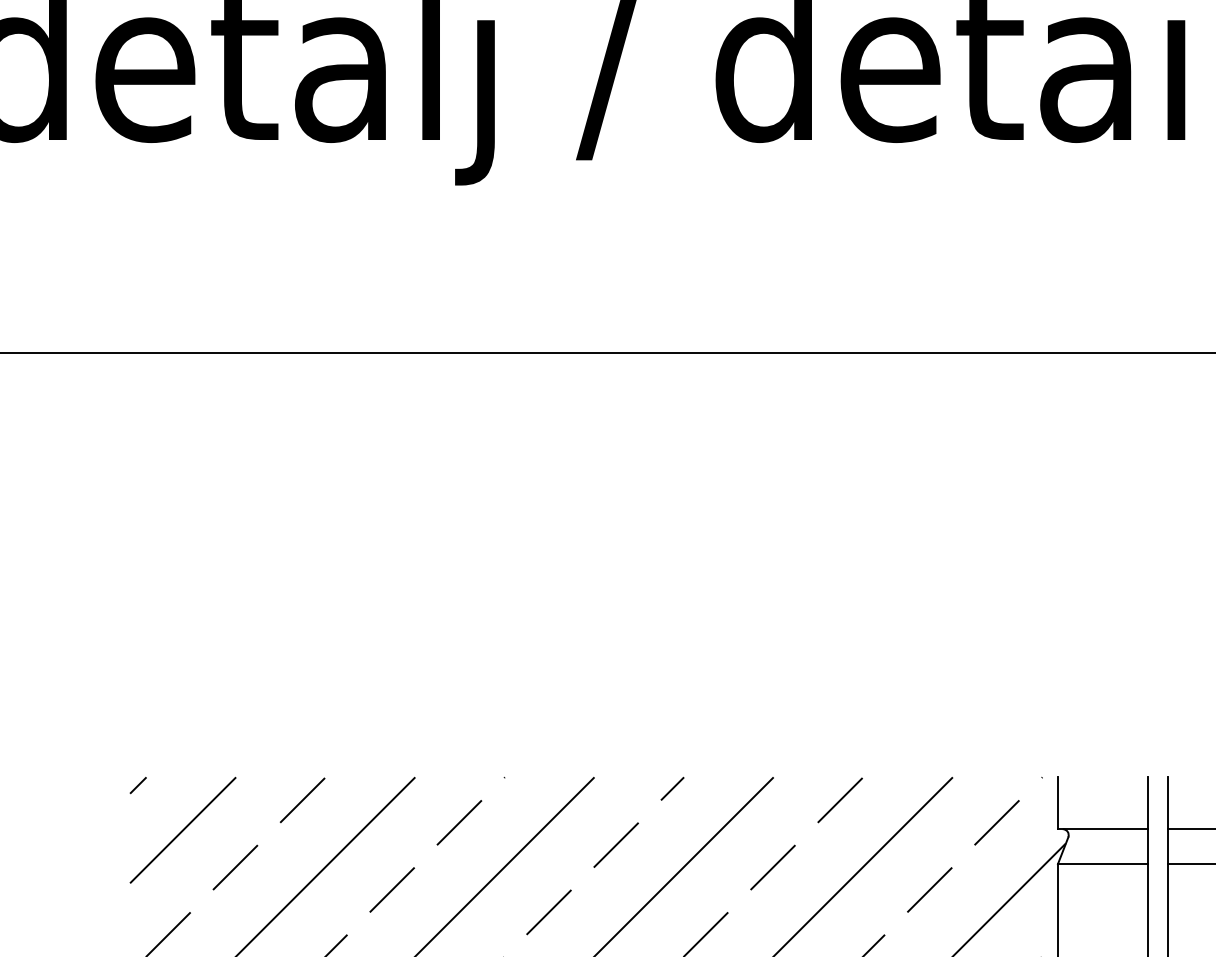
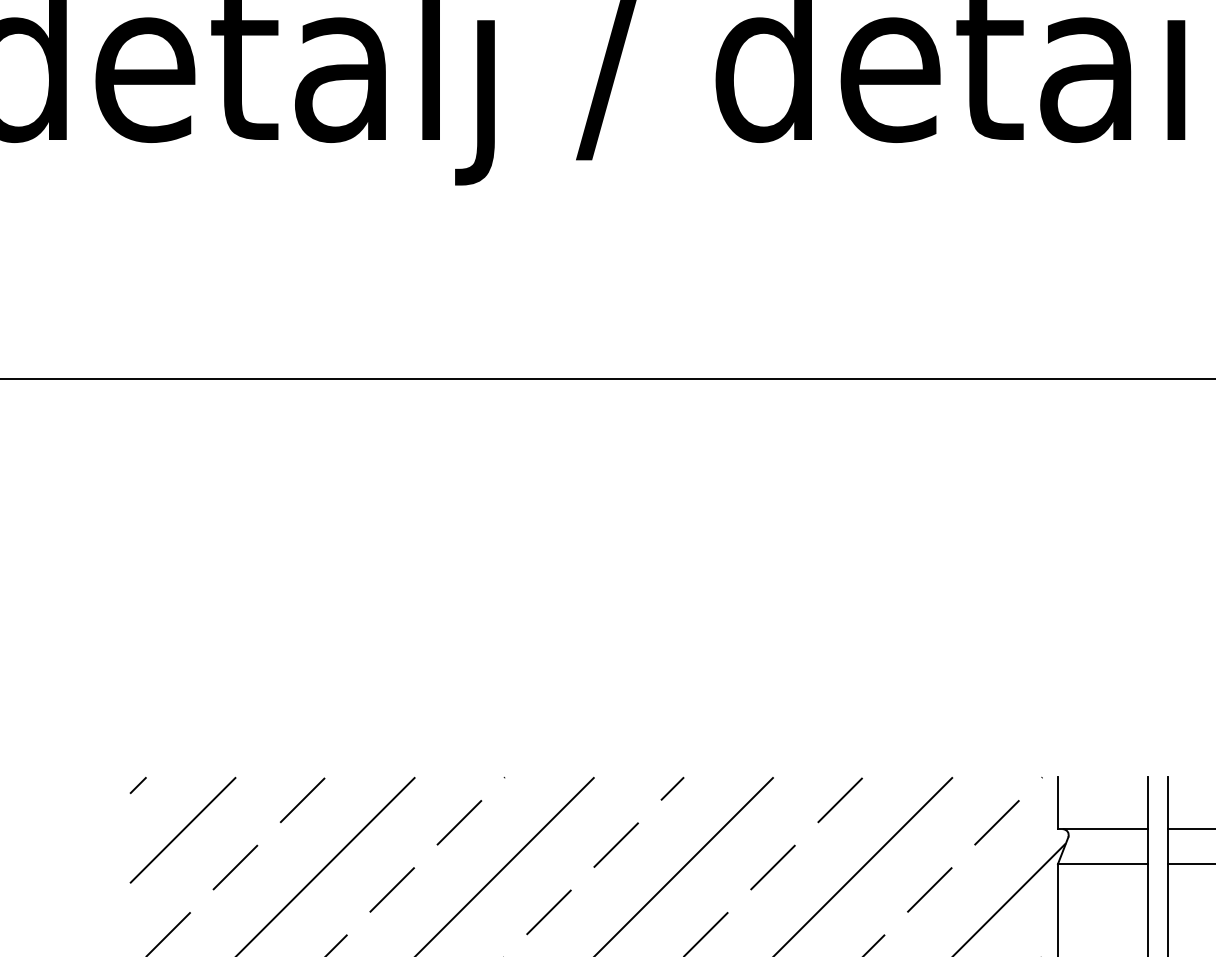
line at (607, 353) position: (607, 353) -> (607, 379)
